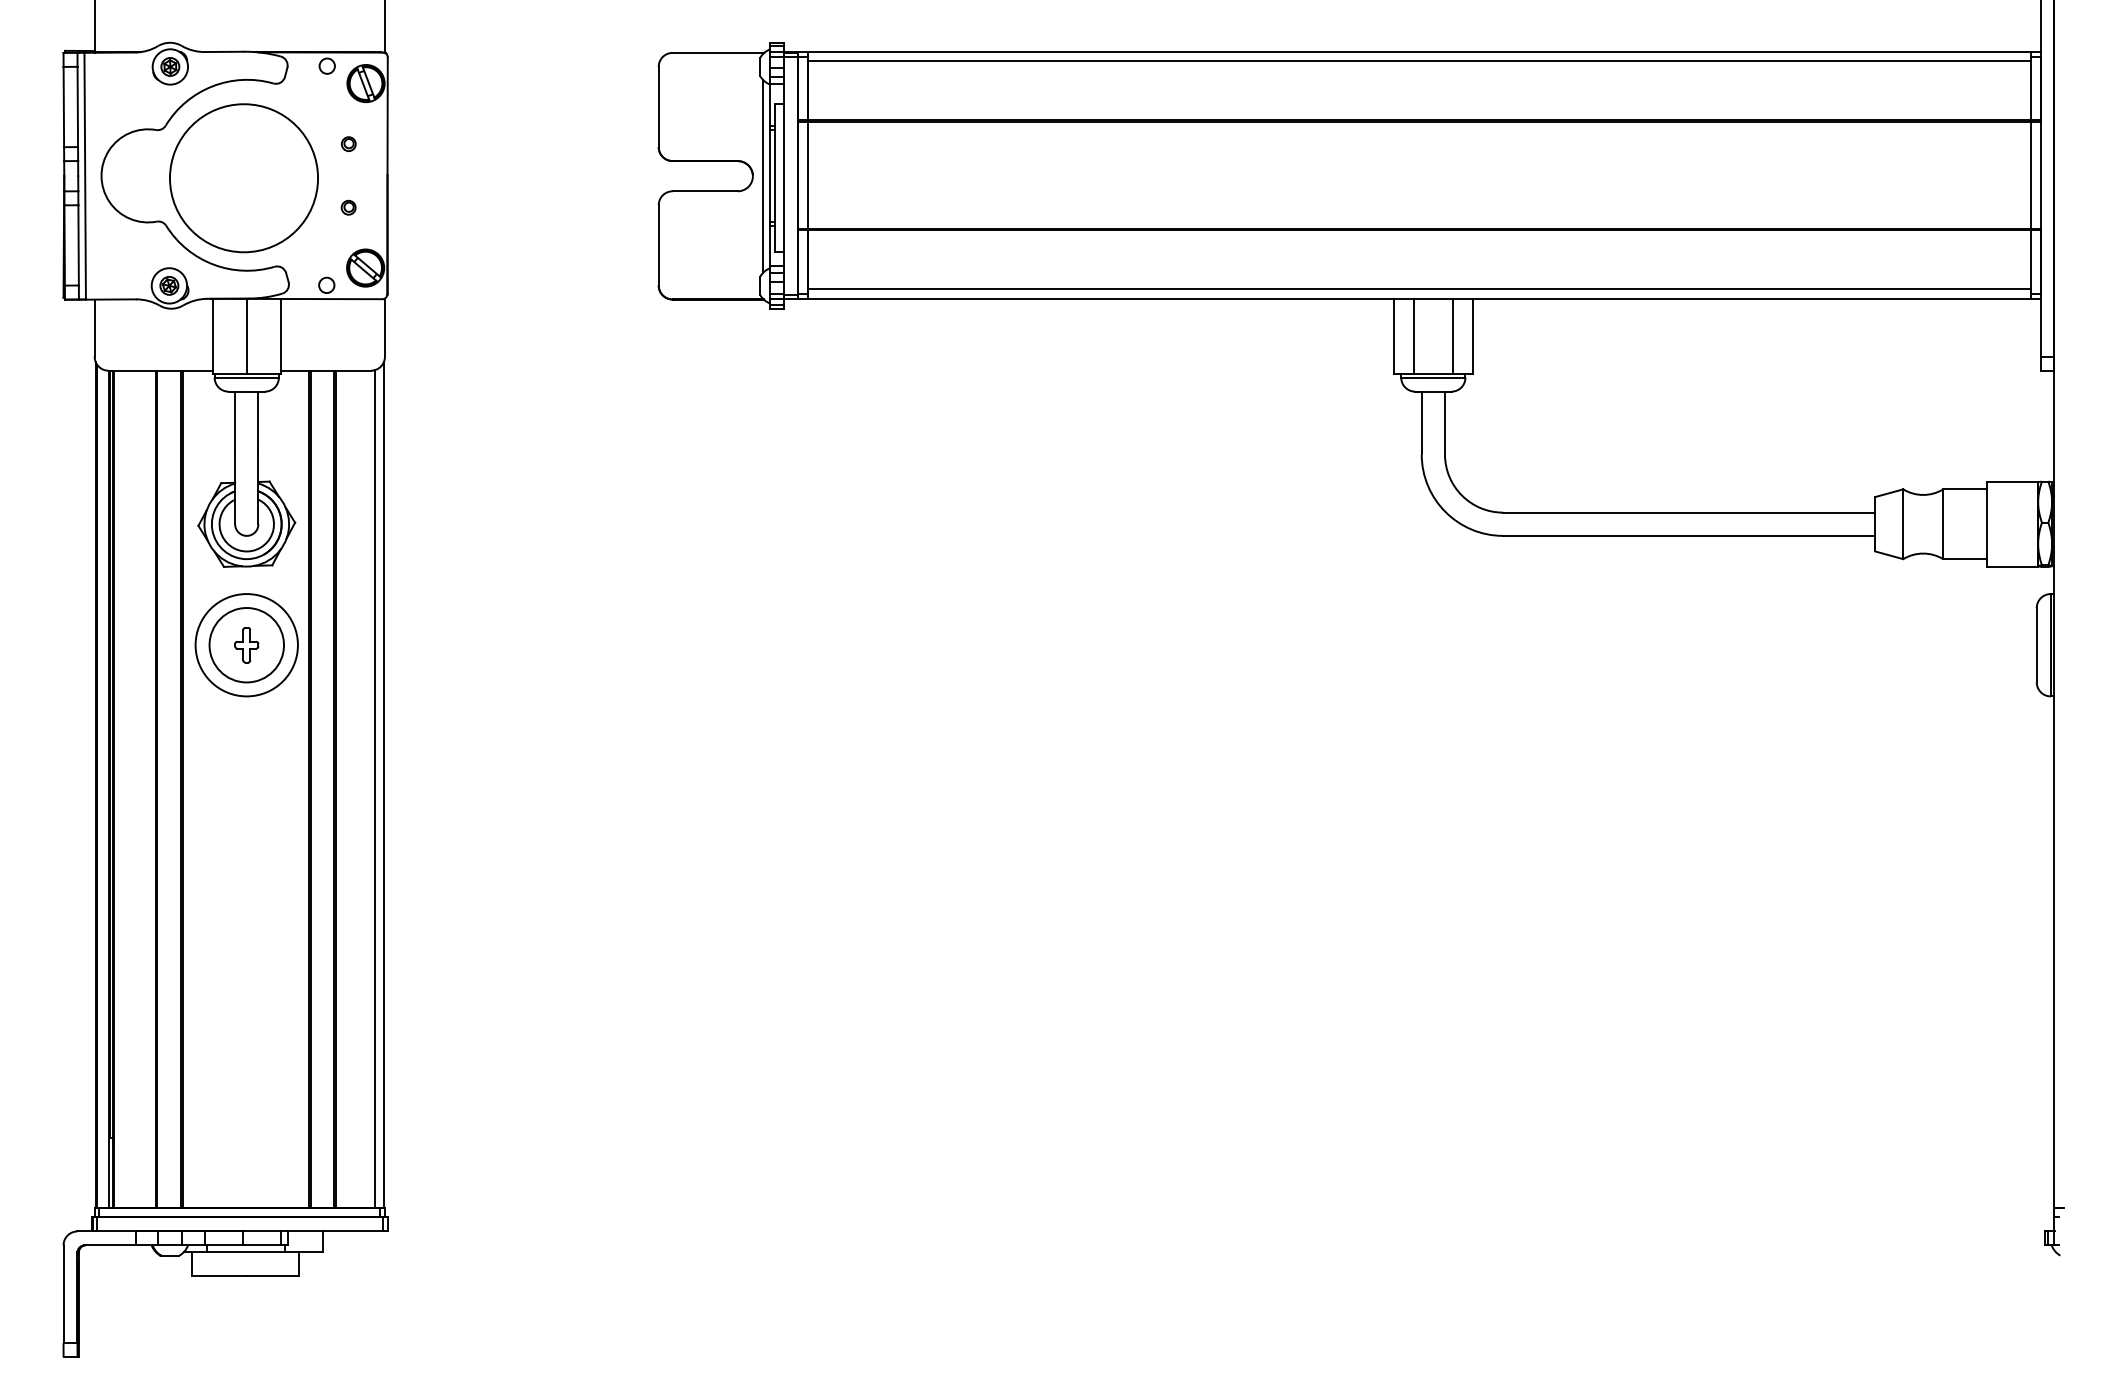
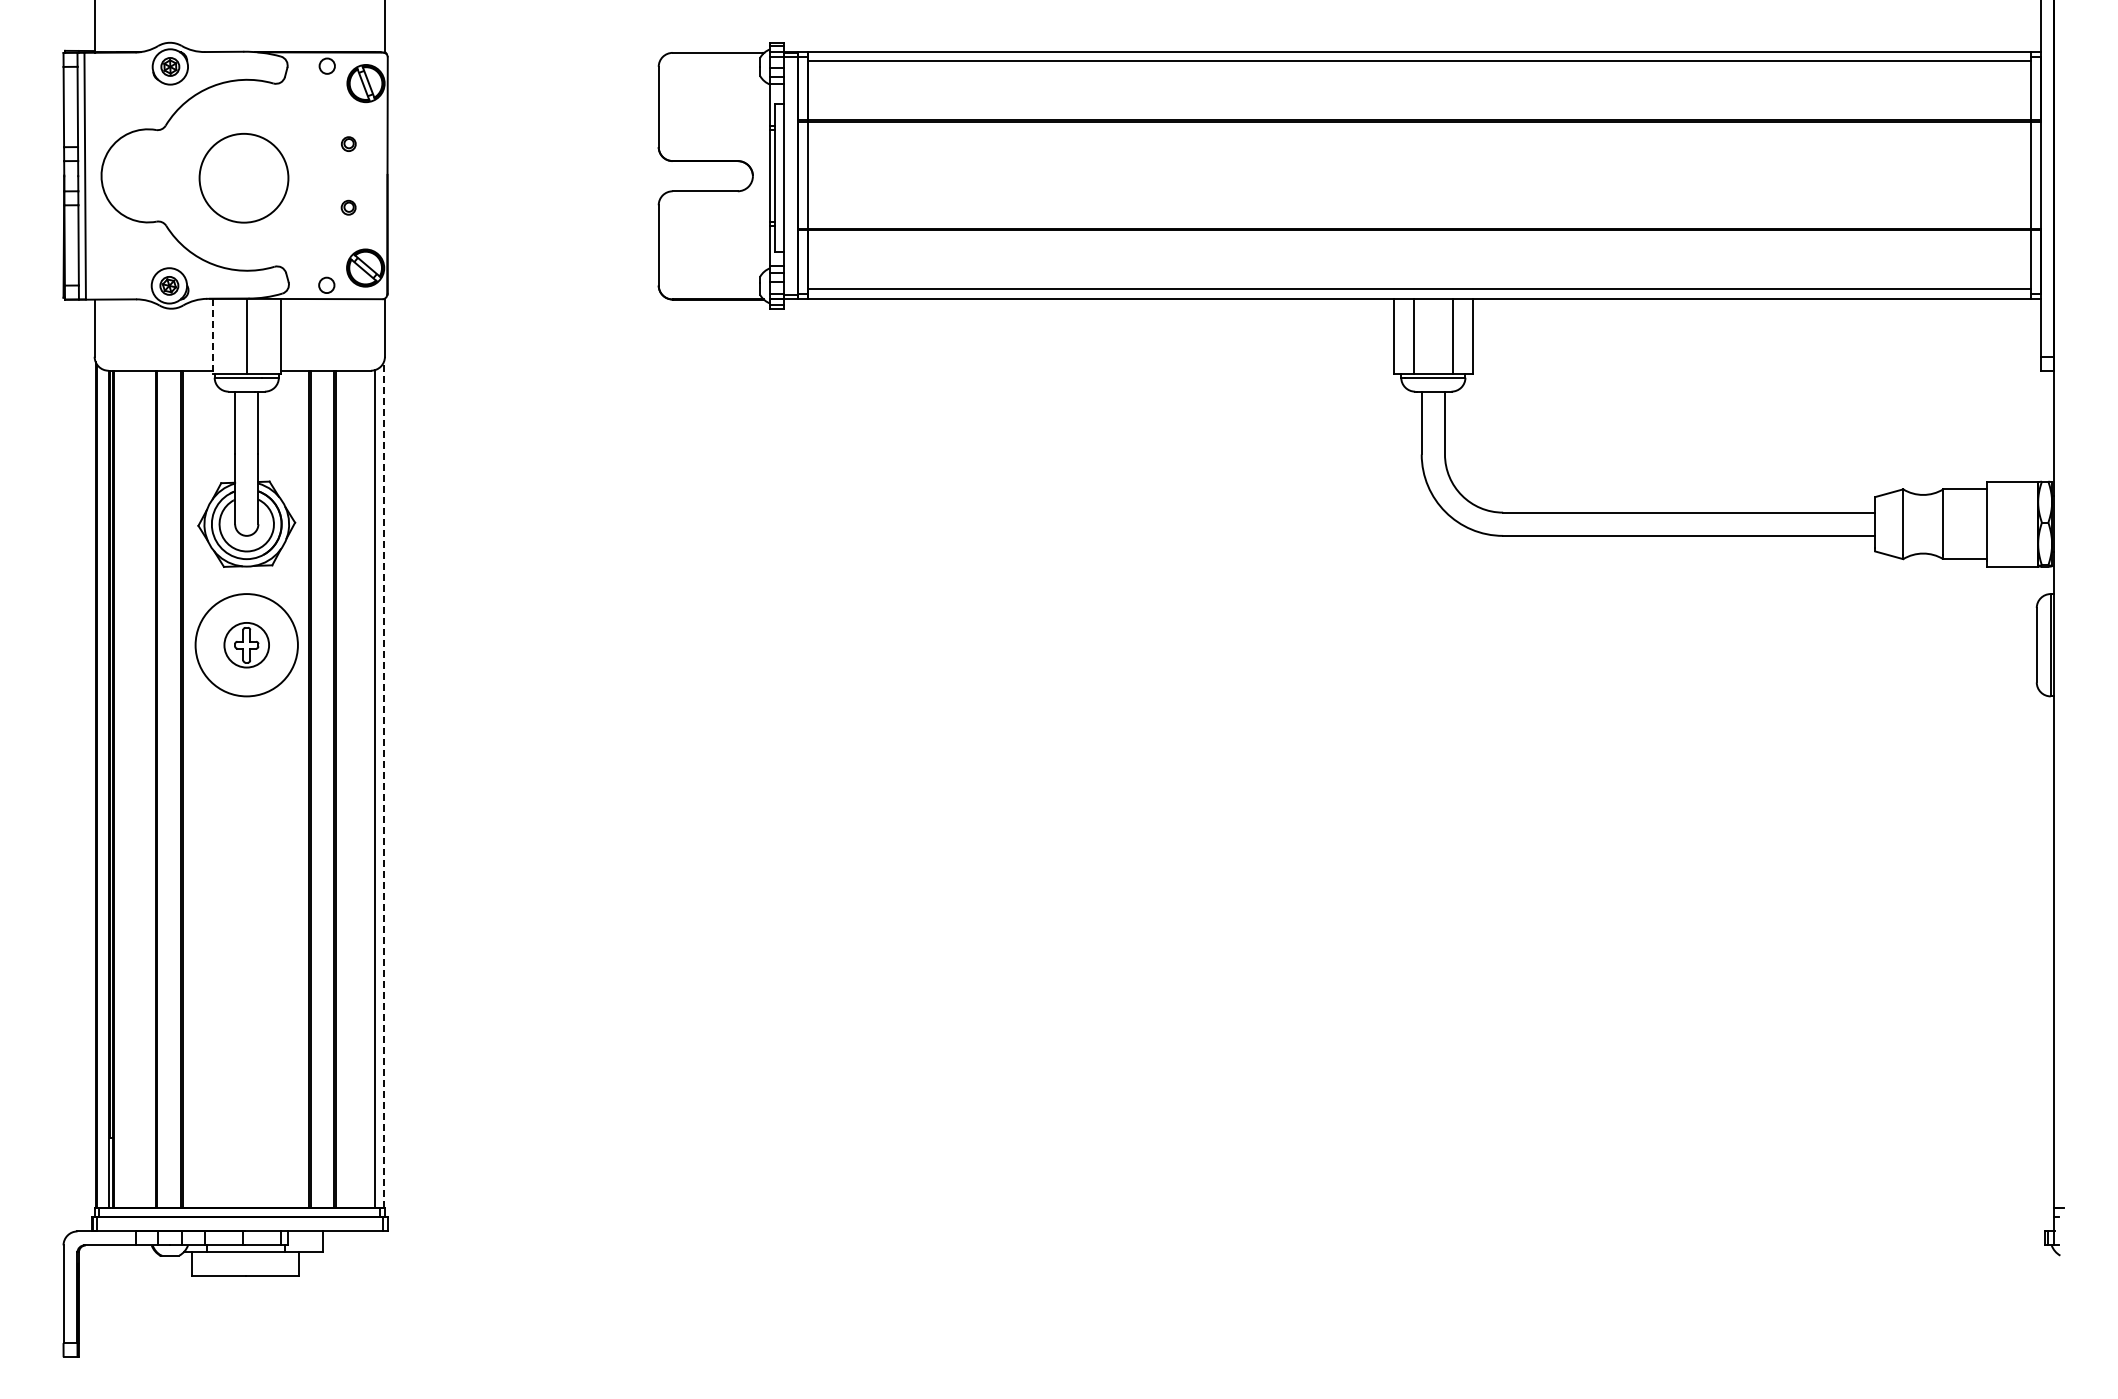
line at (763, 176): present -> none
circle at (243, 178) diameter: 148 px -> 89 px
line at (212, 336): solid -> dashed
circle at (246, 645) diameter: 74 px -> 45 px
line at (384, 784): solid -> dashed
